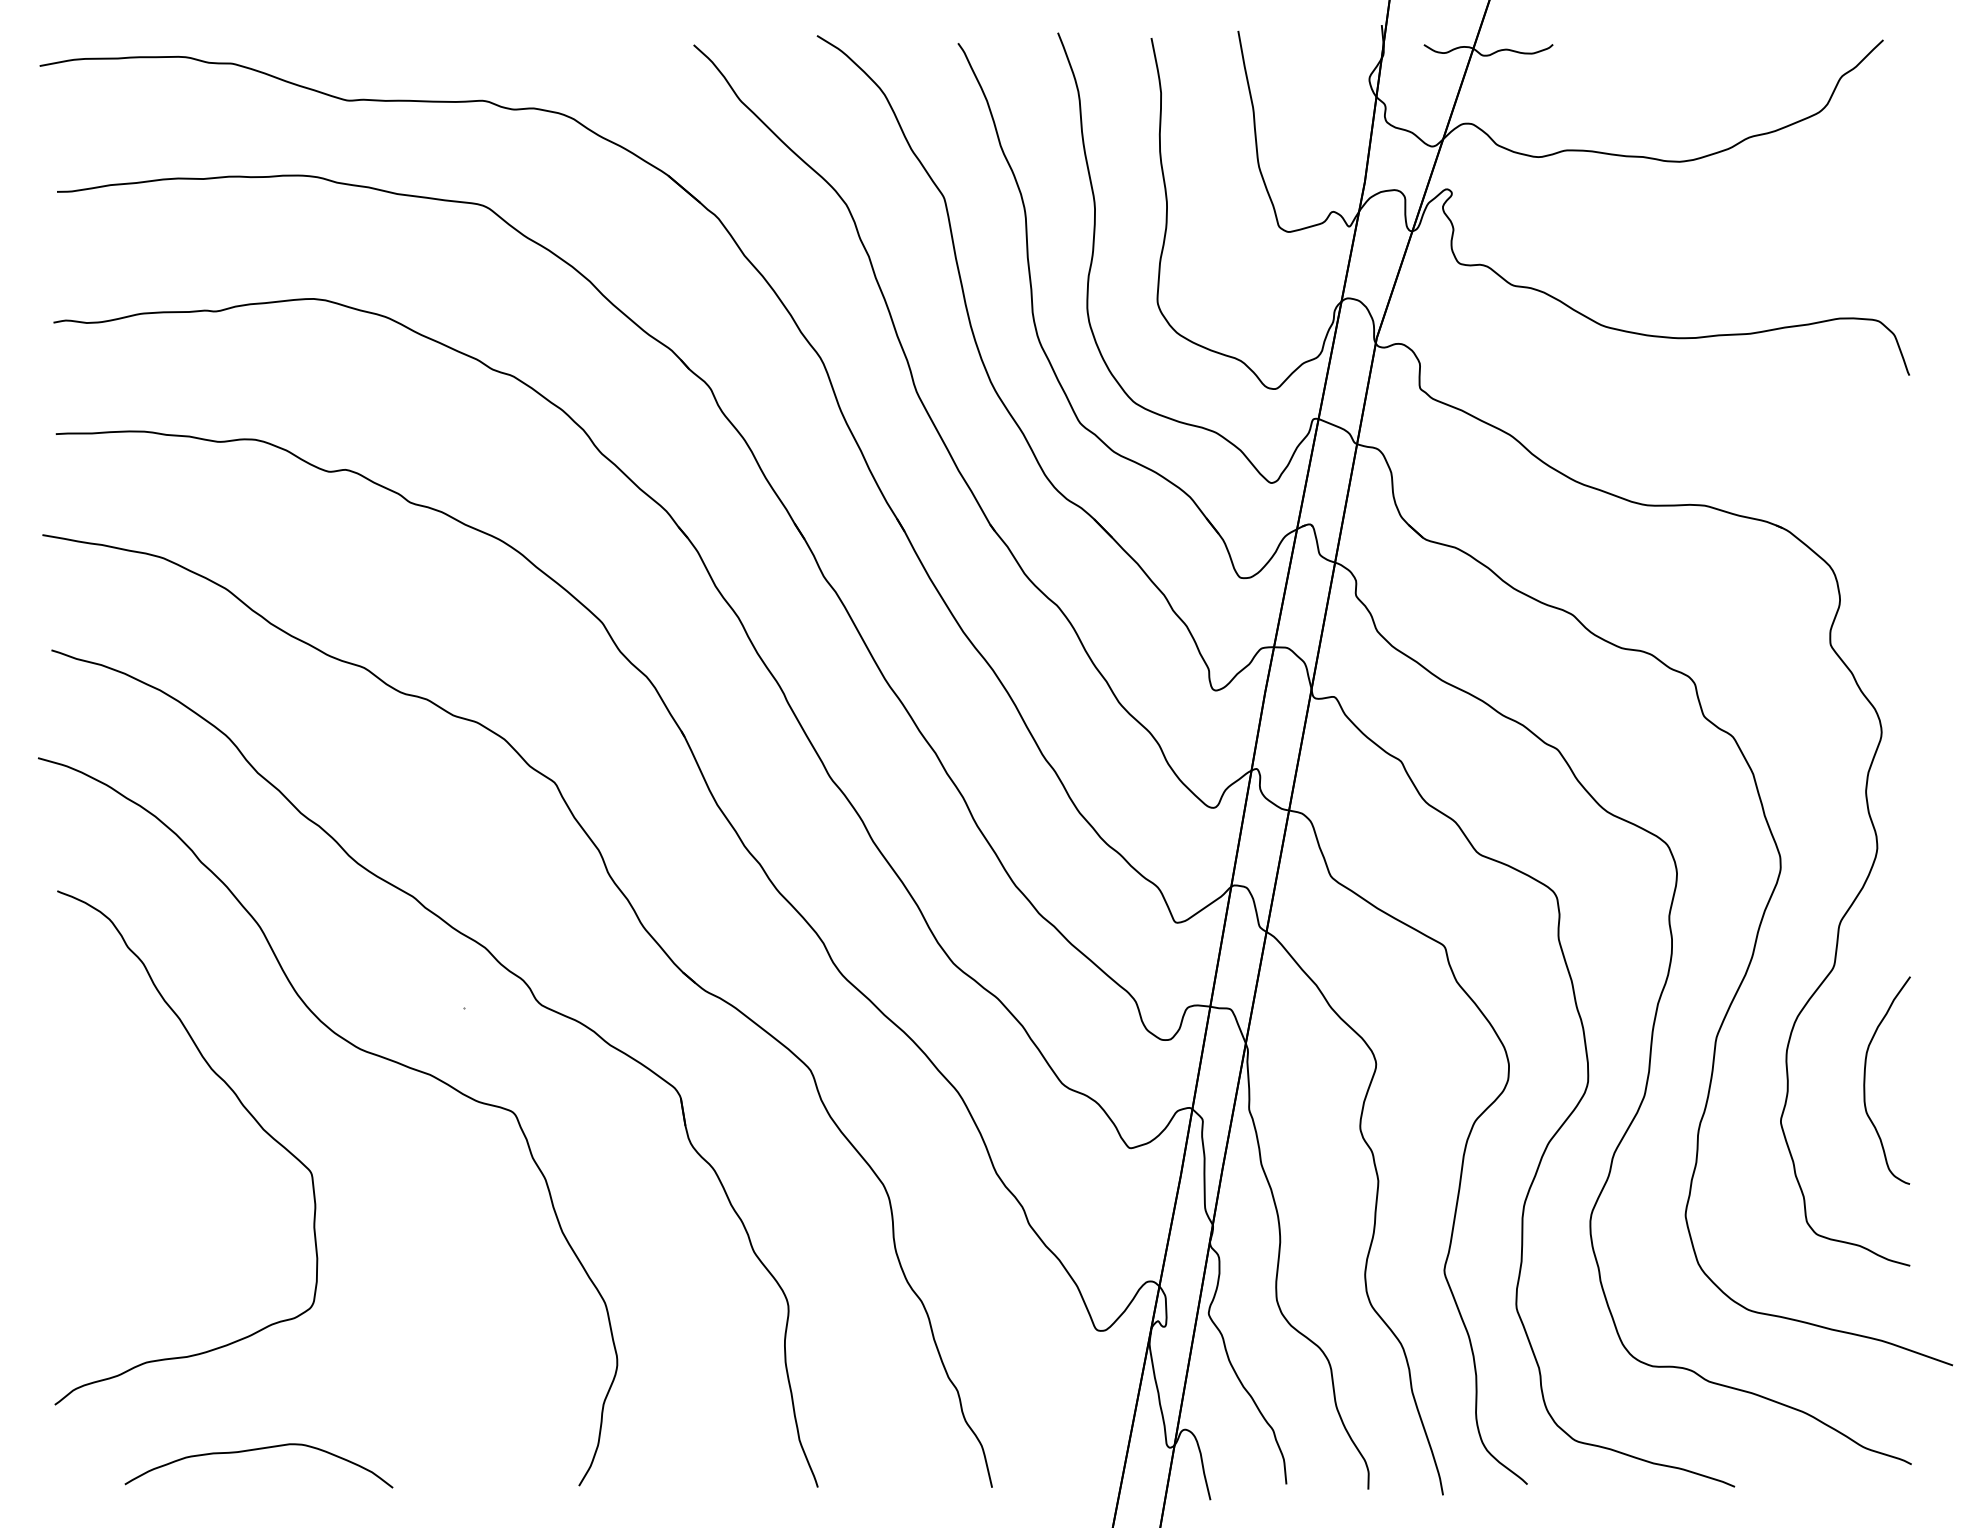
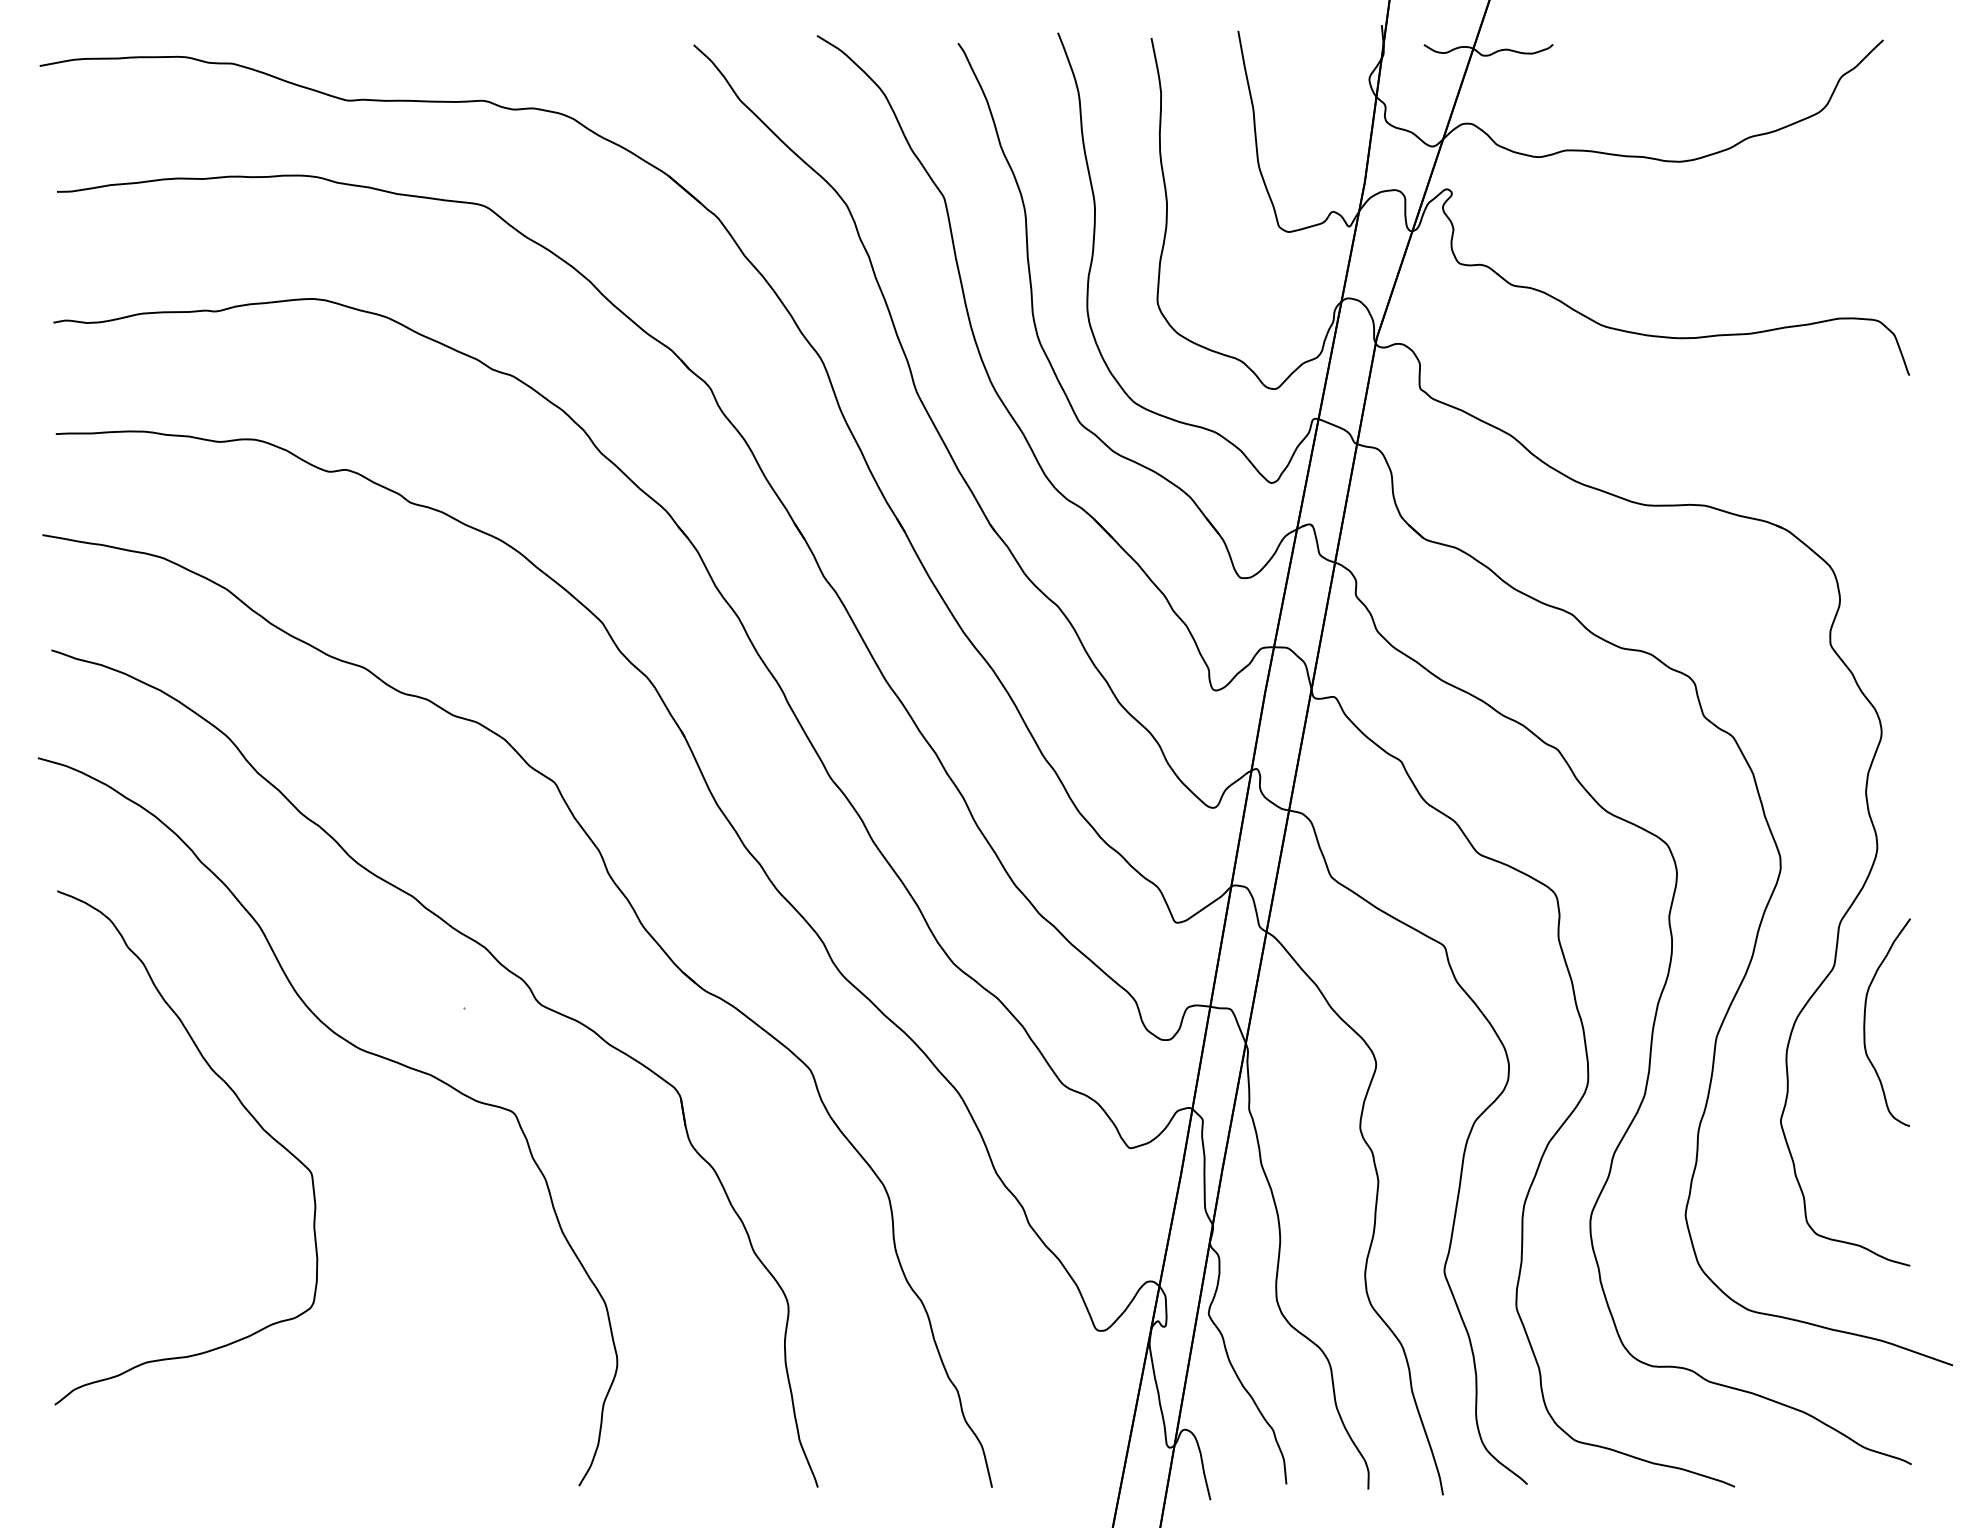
curve at (1865, 1080) position: (1865, 1080) -> (1865, 1022)
curve at (256, 1450): present -> none
